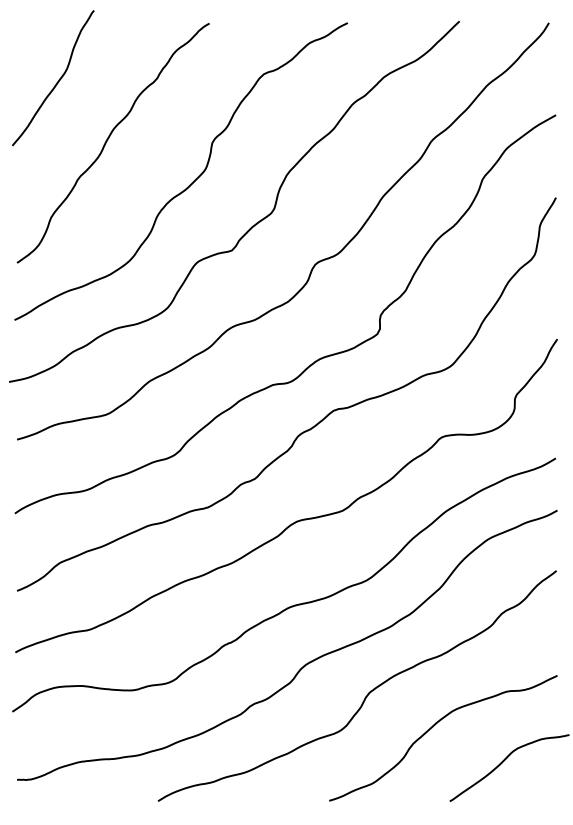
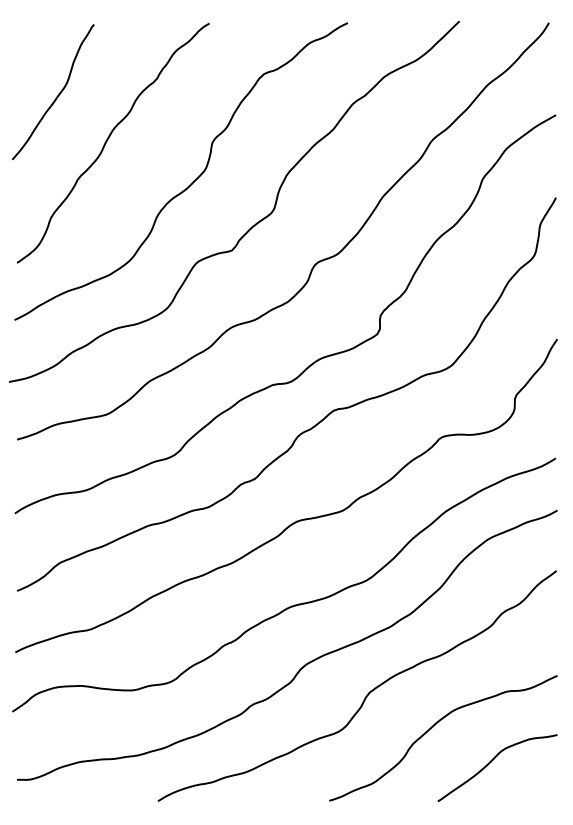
curve at (57, 81) position: (57, 81) -> (57, 95)
curve at (504, 761) position: (504, 761) -> (492, 761)
